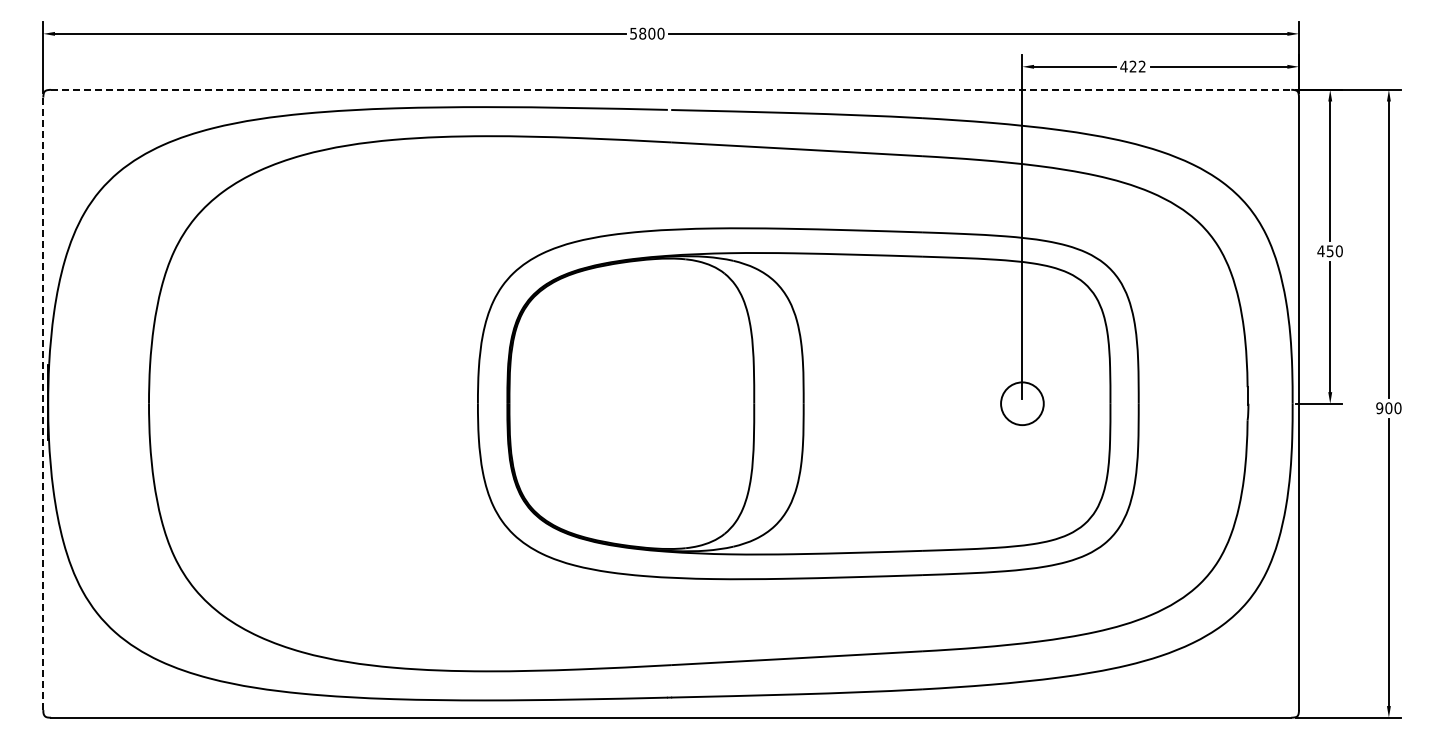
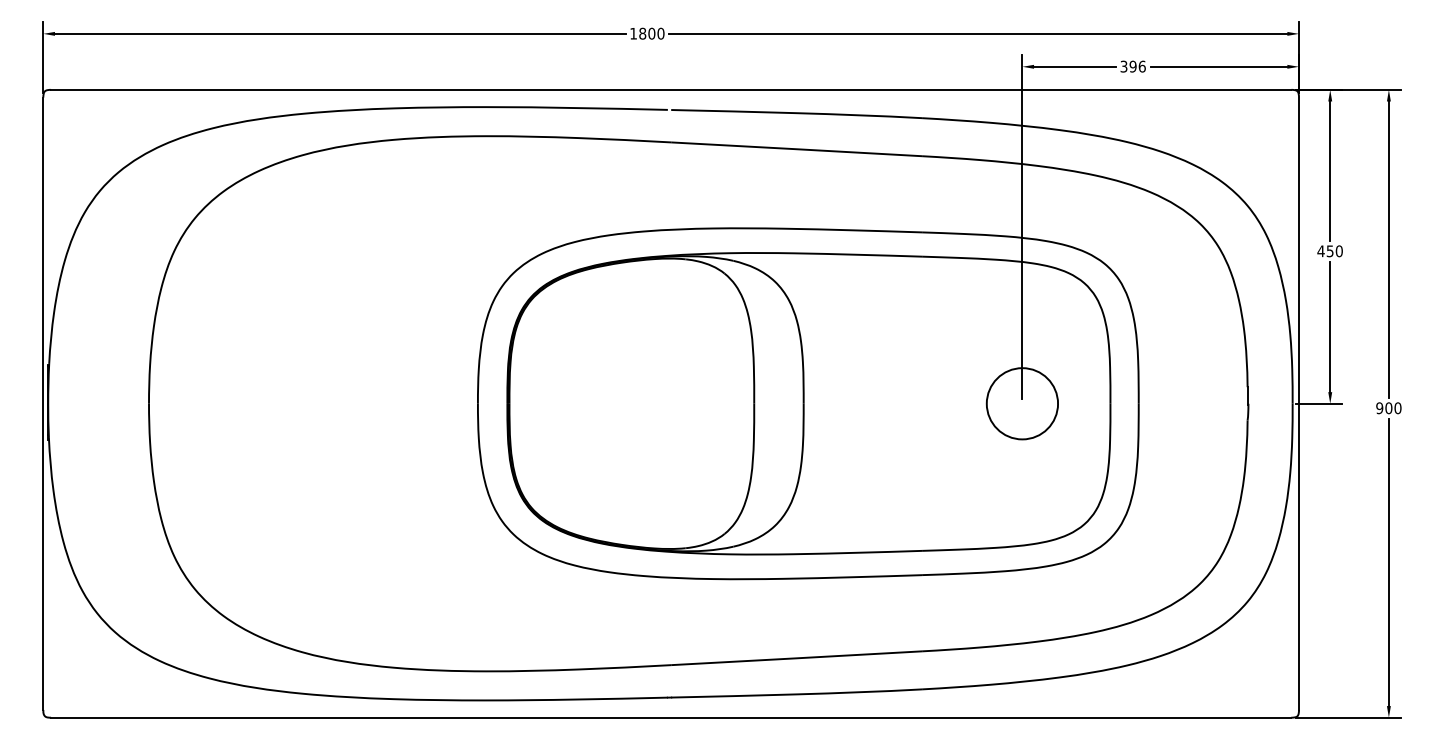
text at (633, 33): 5800 -> 1800
text at (1132, 66): 422 -> 396
line at (671, 89): dashed -> solid
circle at (1022, 403) diameter: 43 px -> 71 px
line at (43, 404): dashed -> solid
